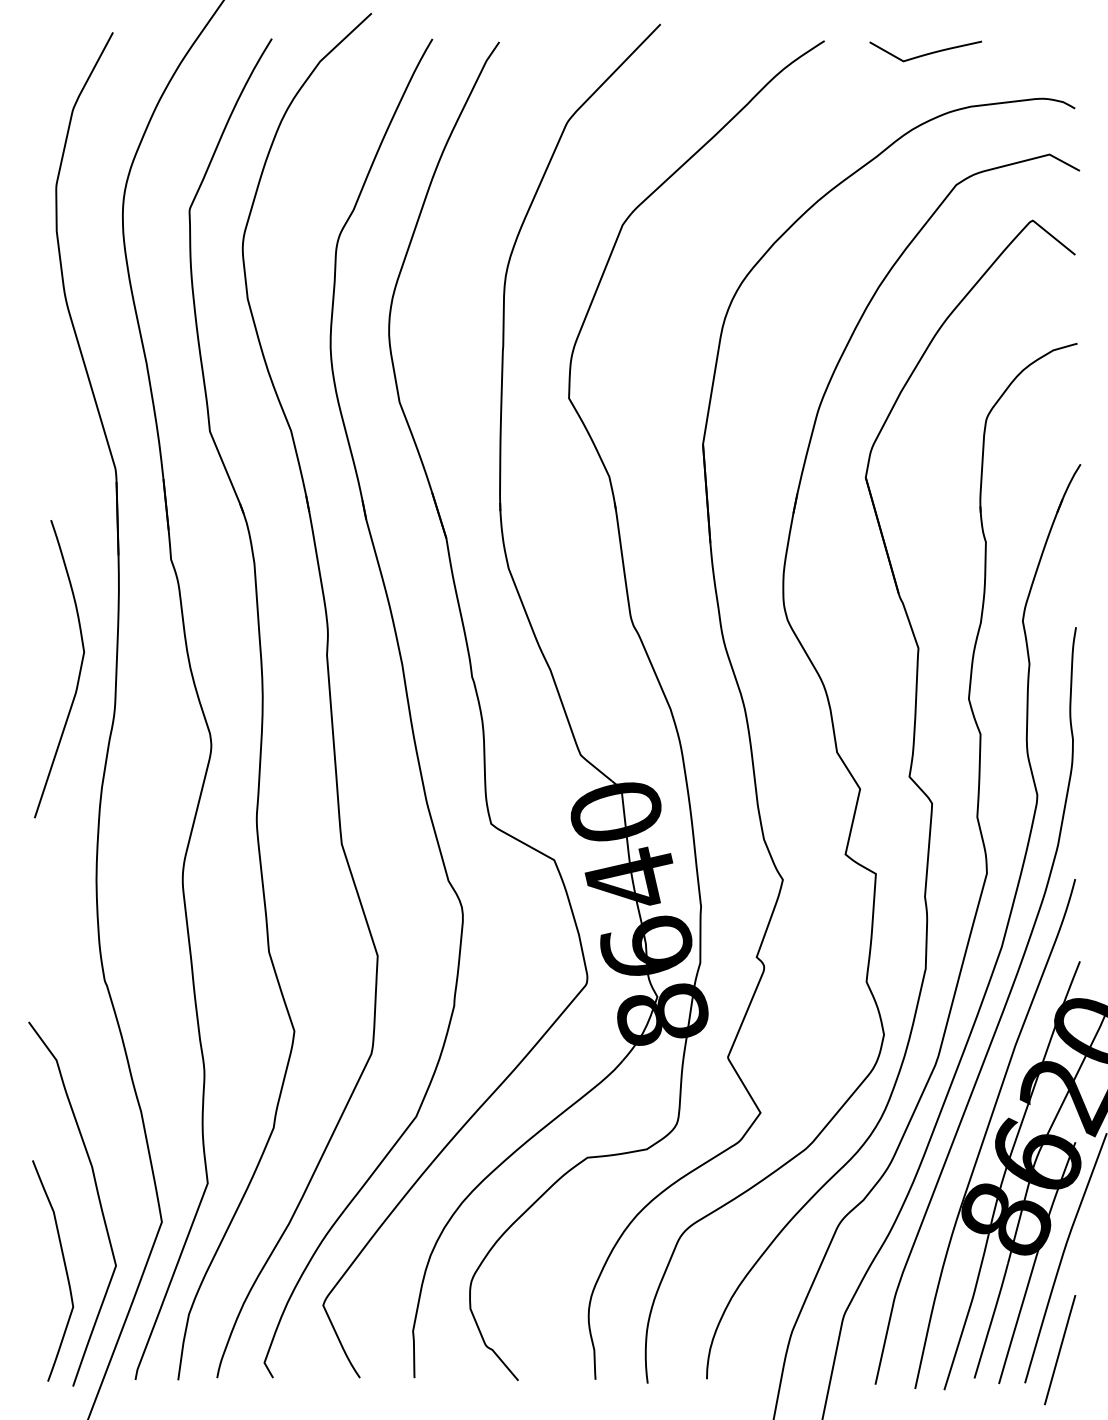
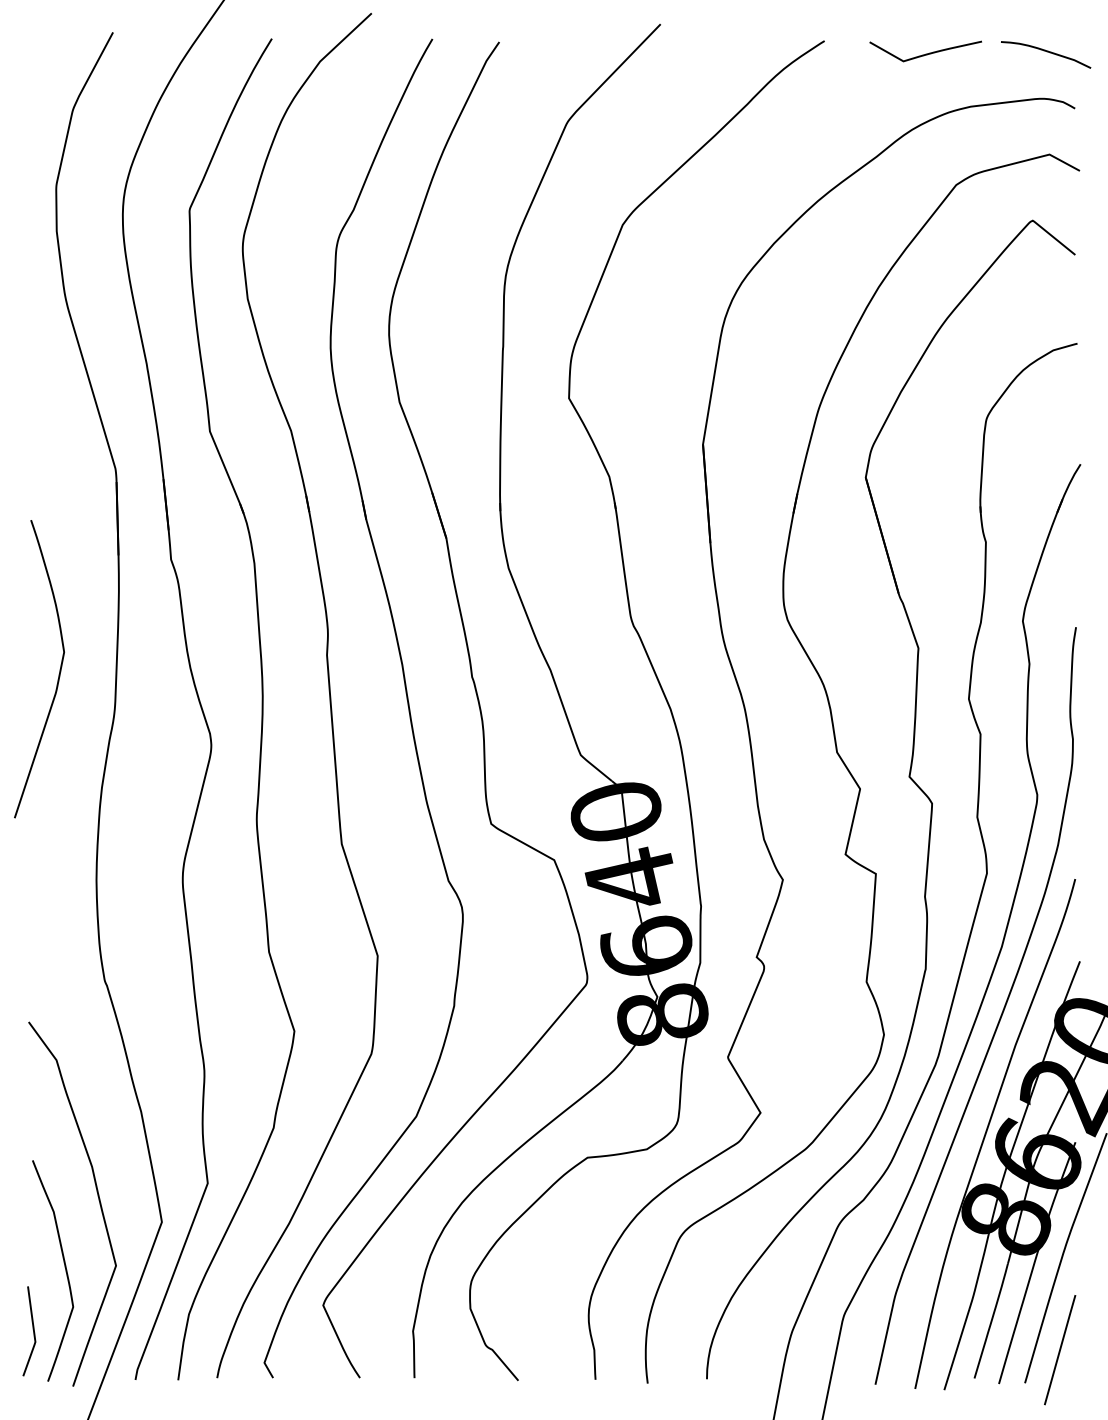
curve at (1046, 52): none -> present
curve at (78, 674) position: (78, 674) -> (58, 674)
curve at (32, 1329): none -> present
